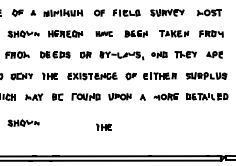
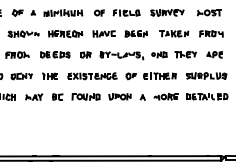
part at (103, 33) size: 18x6 px -> 24x8 px
part at (23, 122): present -> none
part at (103, 126): present -> none
